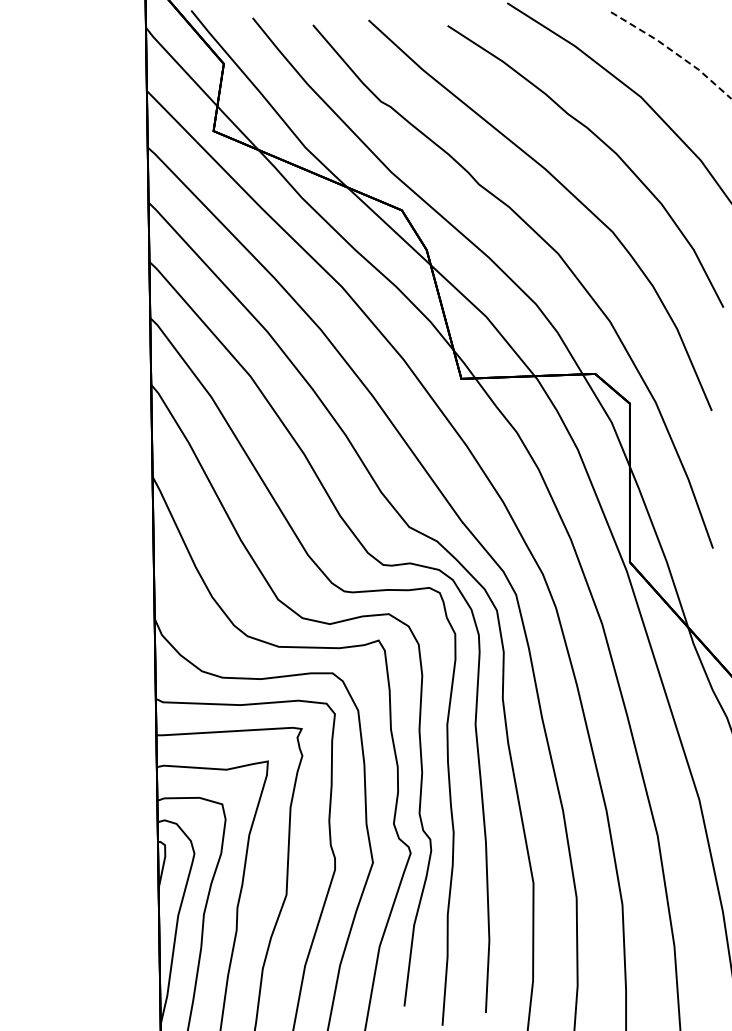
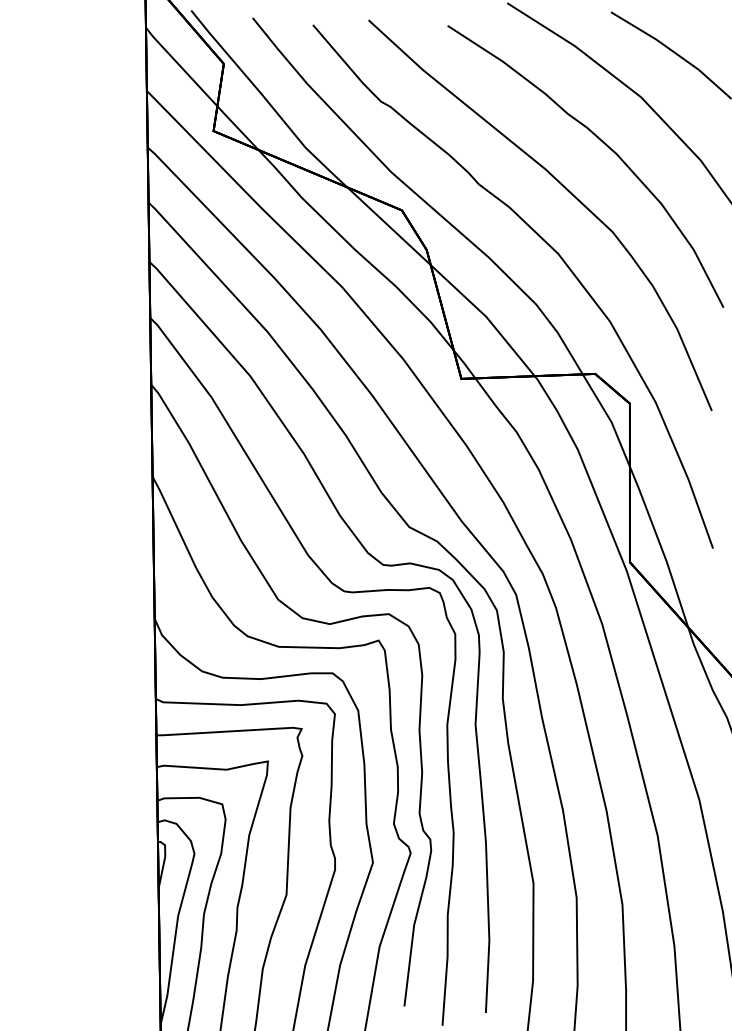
line at (673, 51): dashed -> solid
